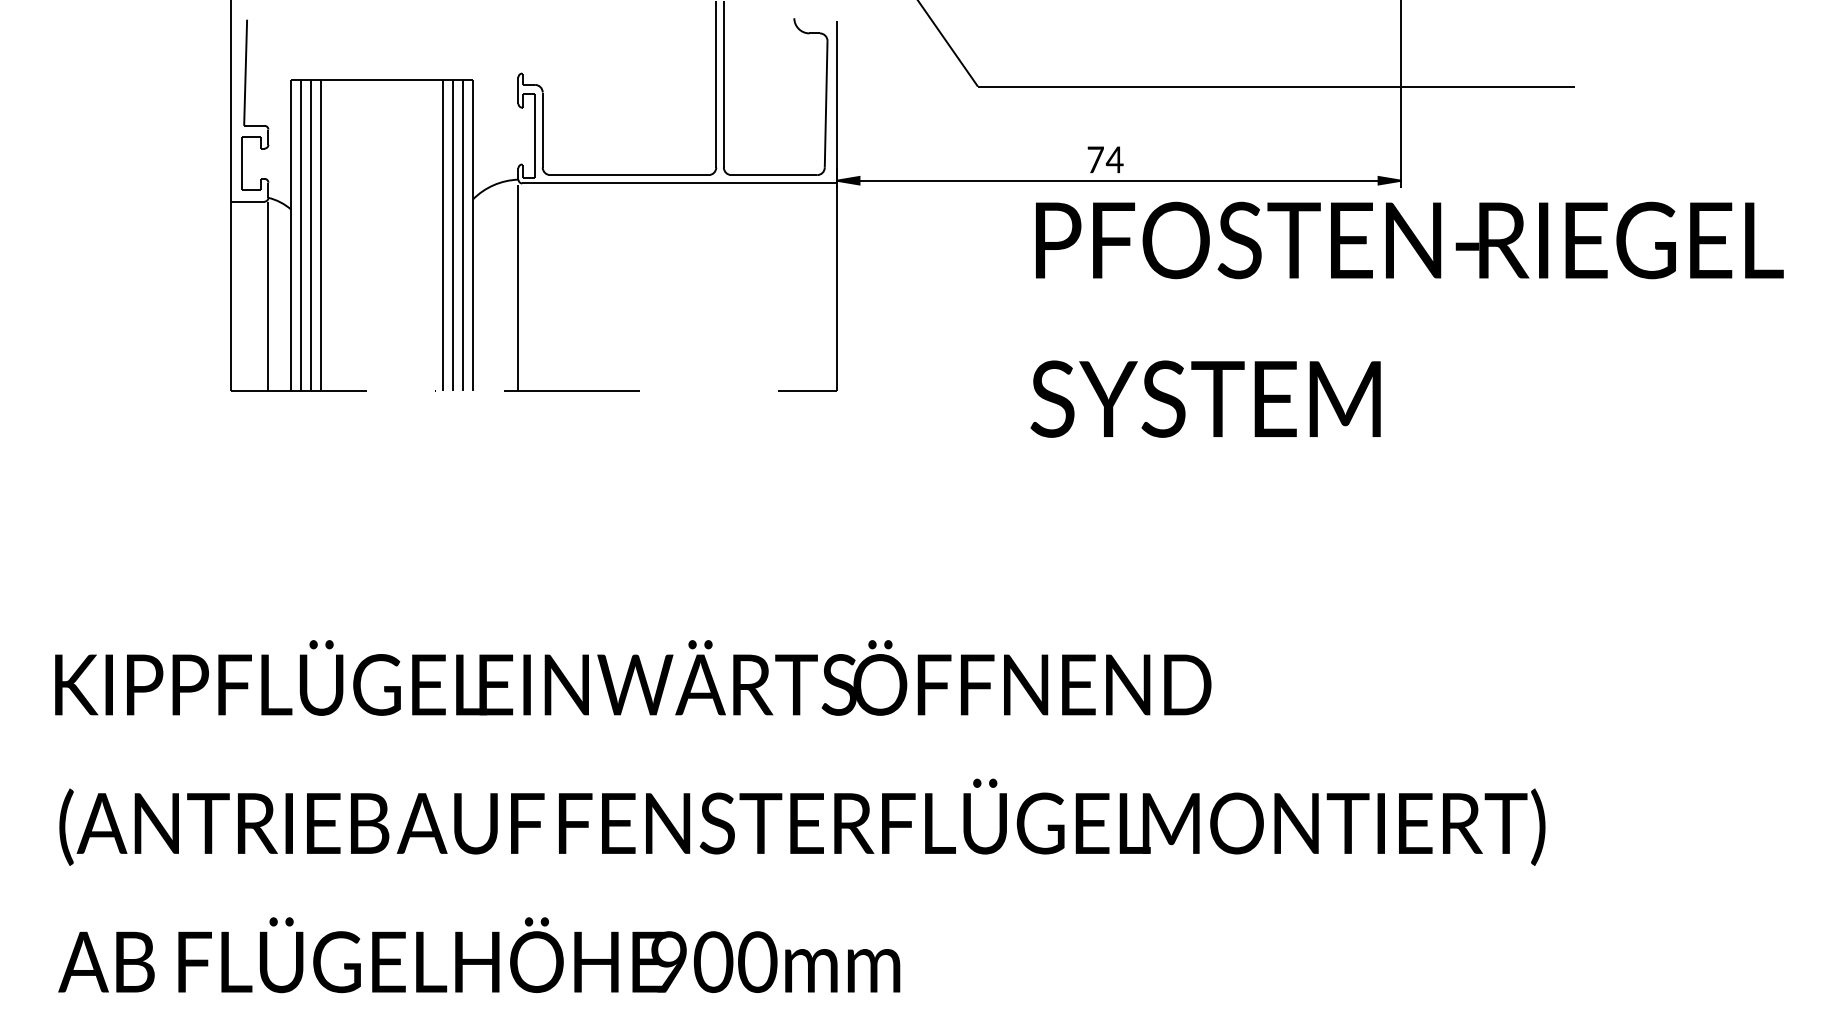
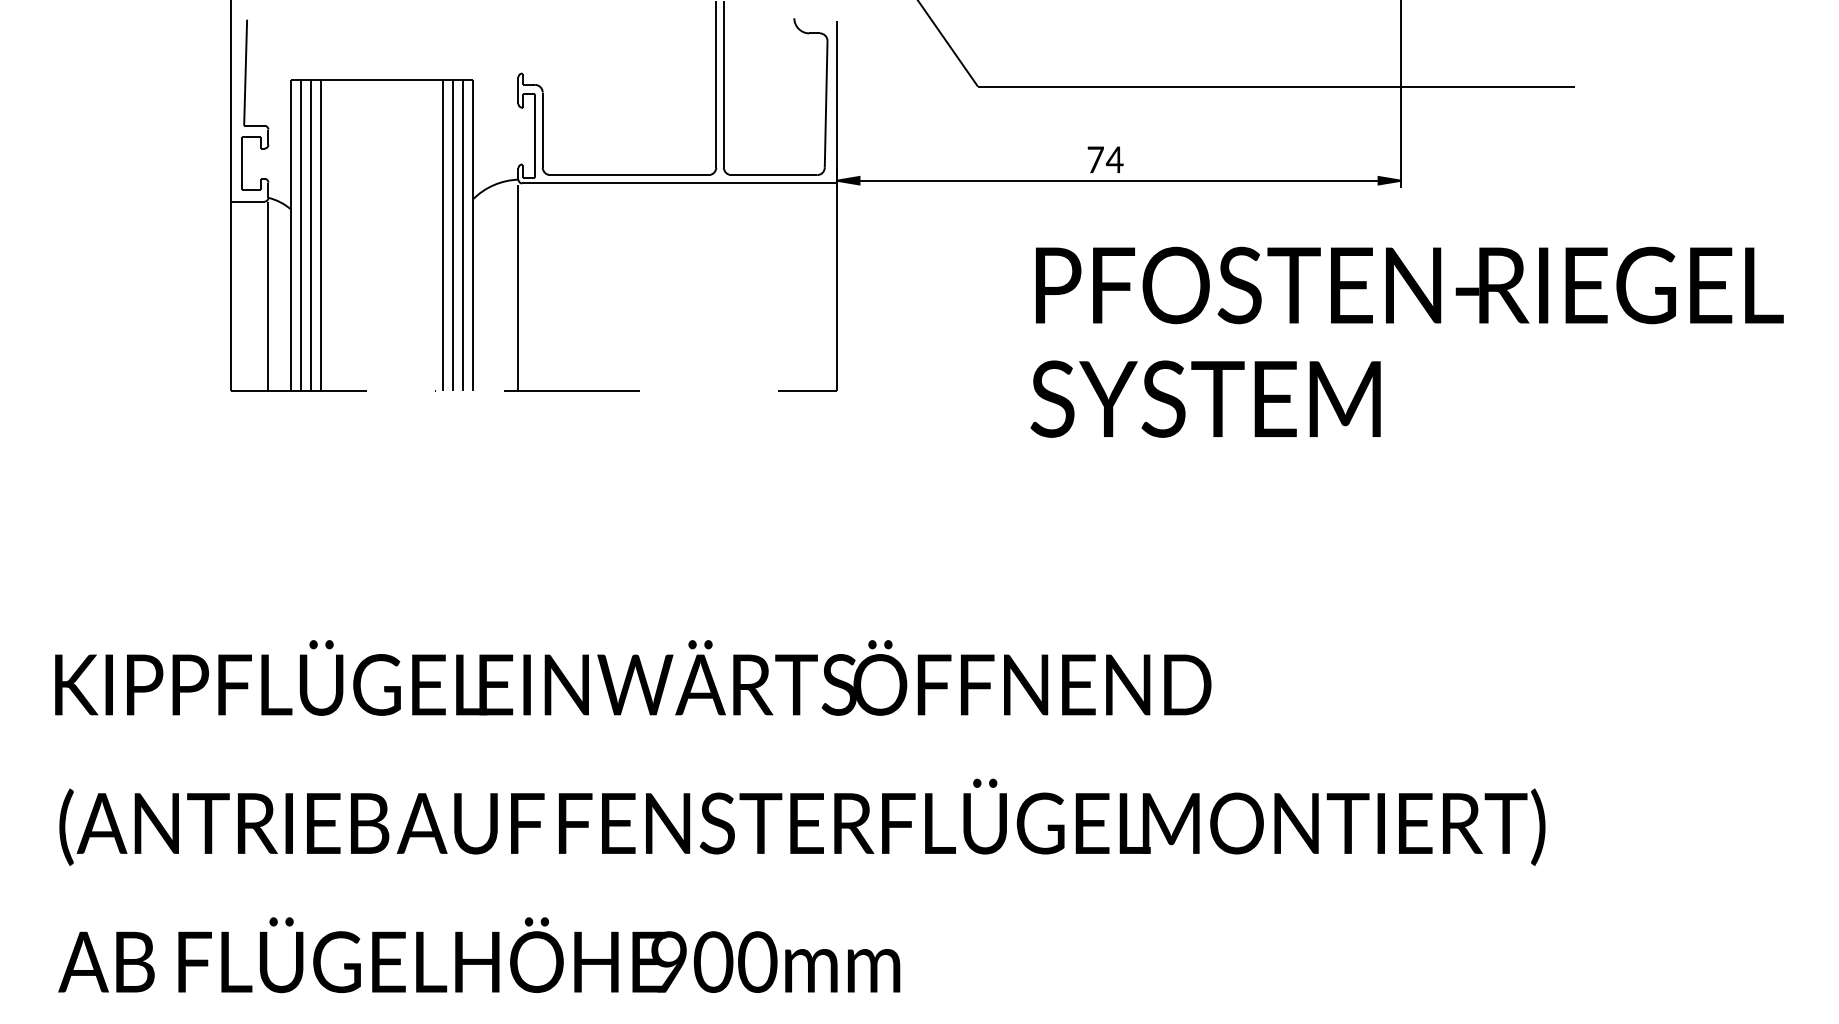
text at (1409, 240) position: (1409, 240) -> (1409, 285)
